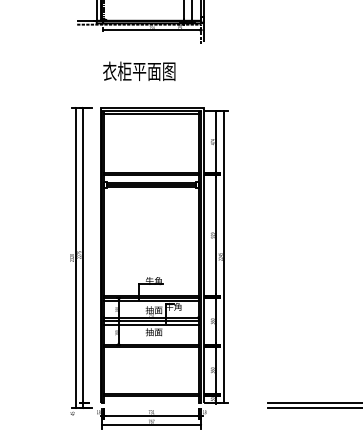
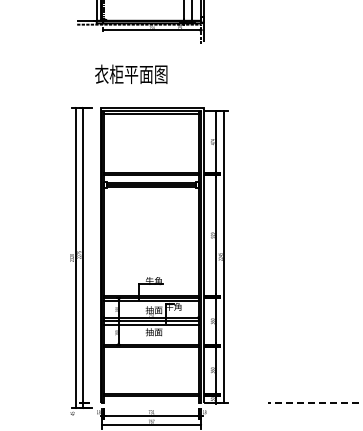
text at (139, 70) position: (139, 70) -> (131, 73)
line at (314, 402): solid -> dashed
line at (313, 408): present -> none
